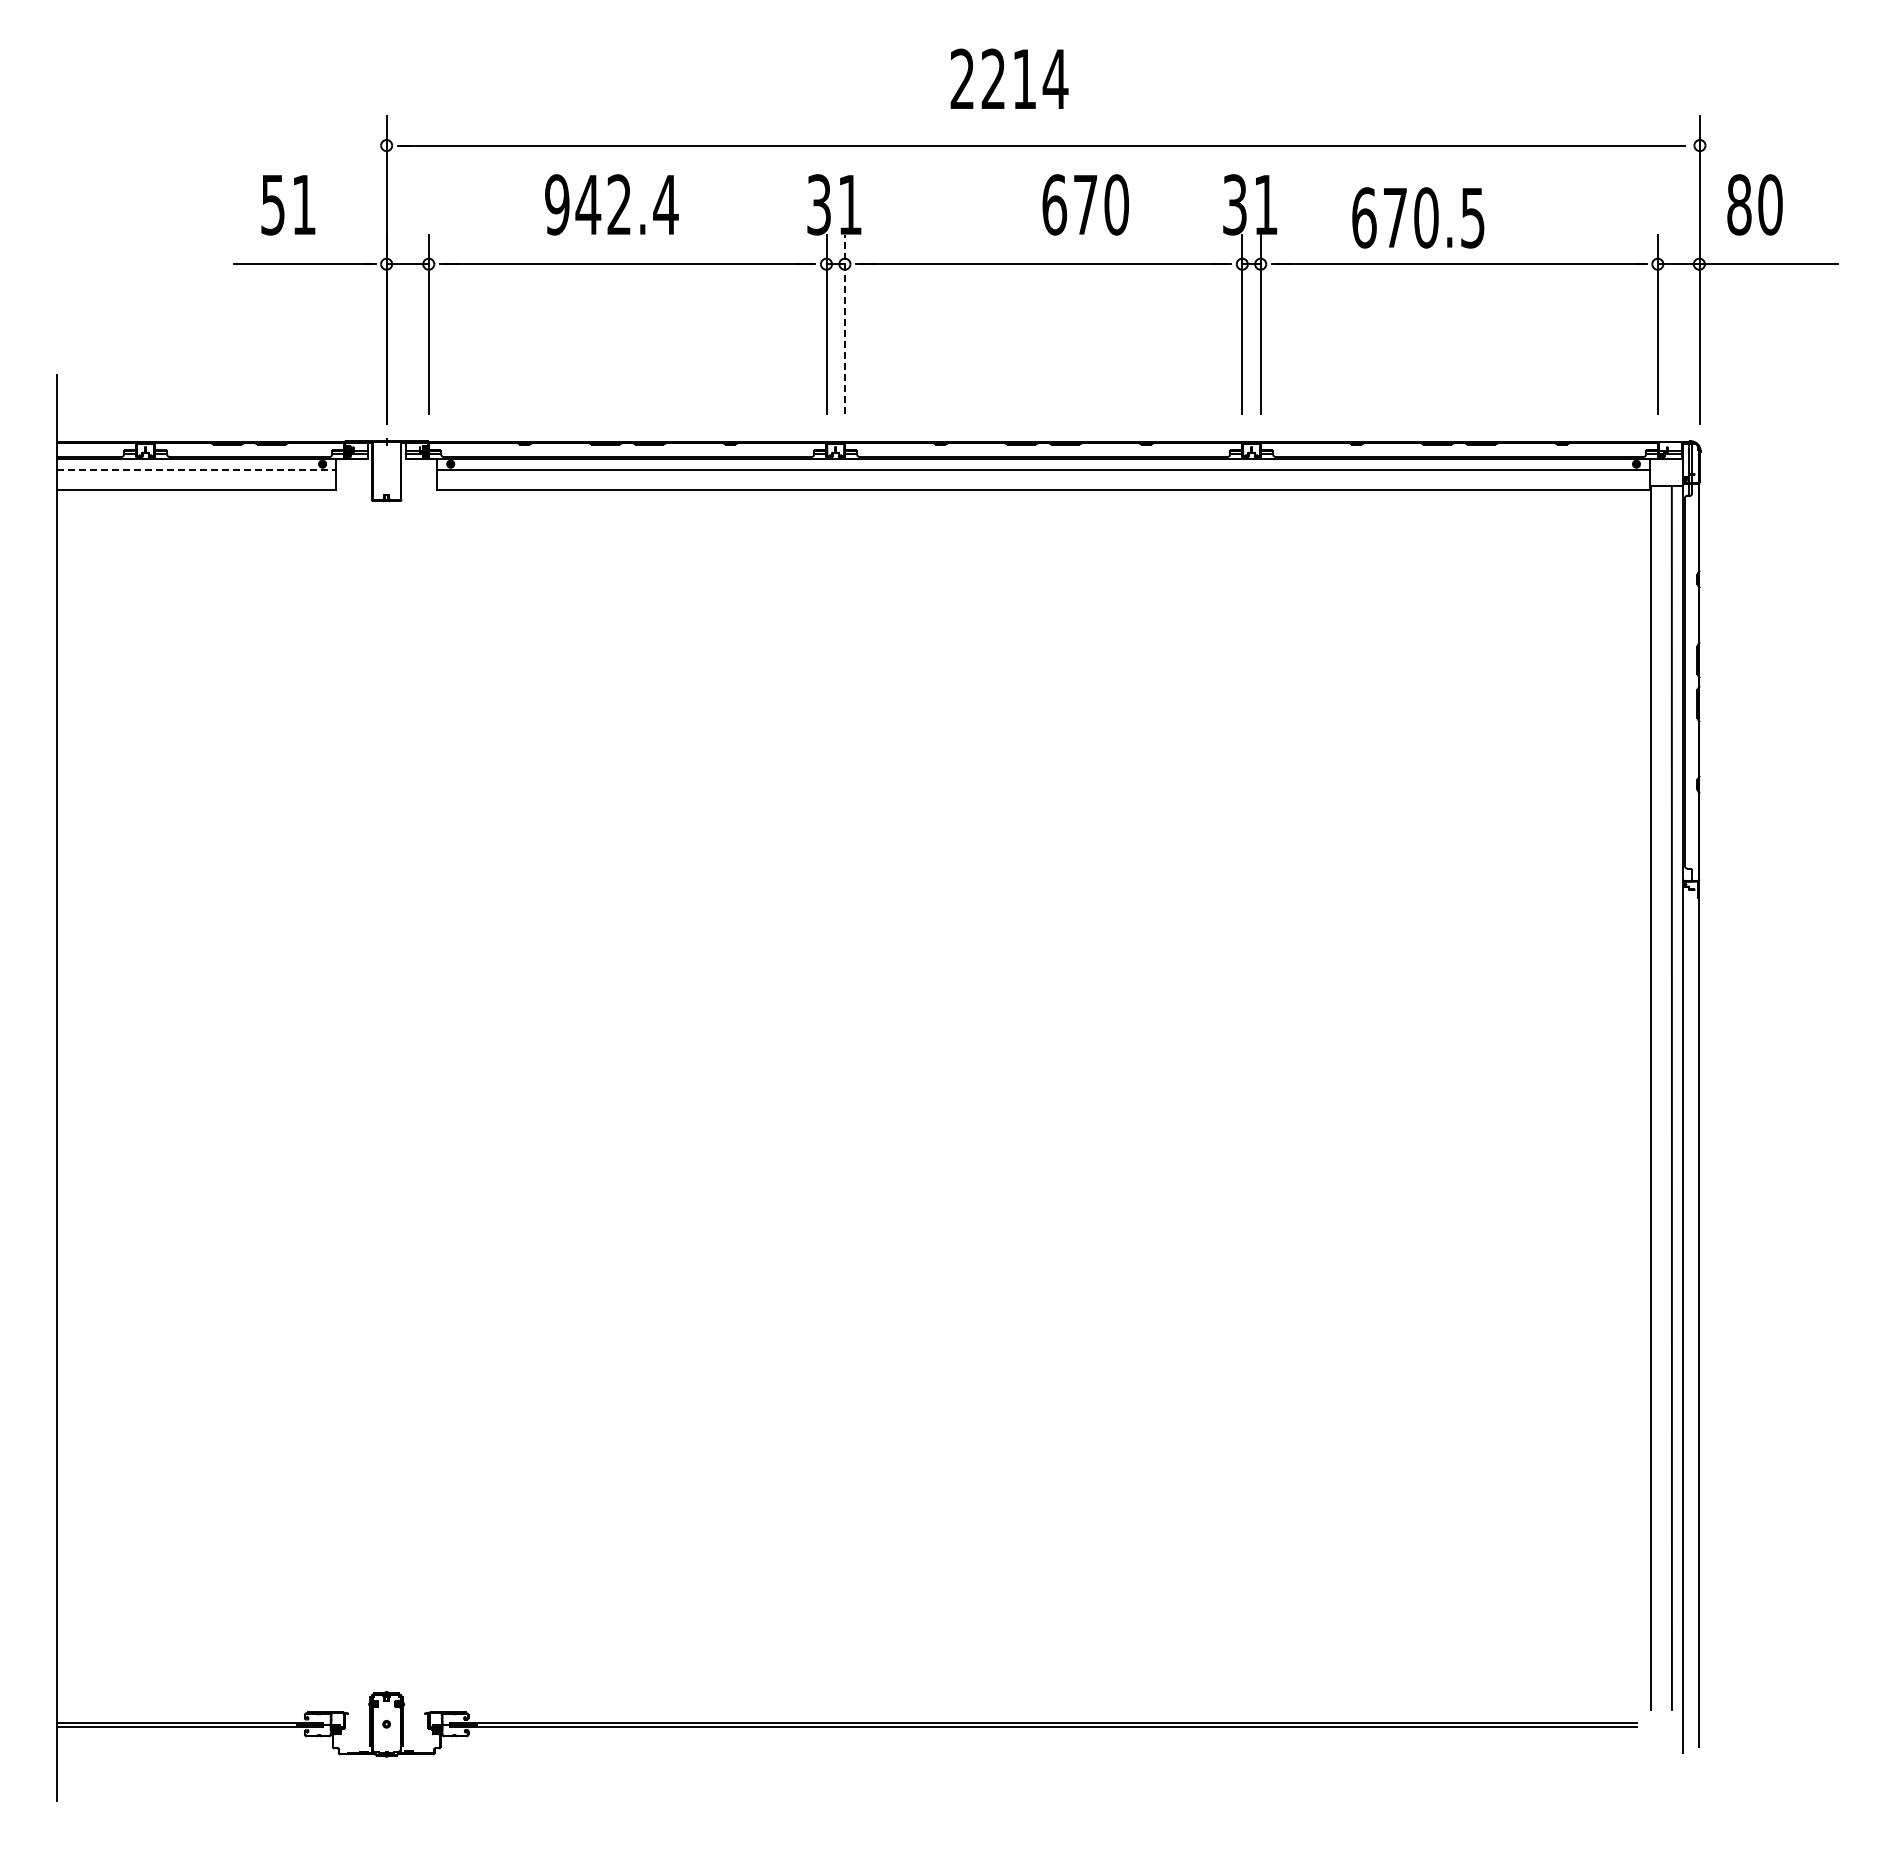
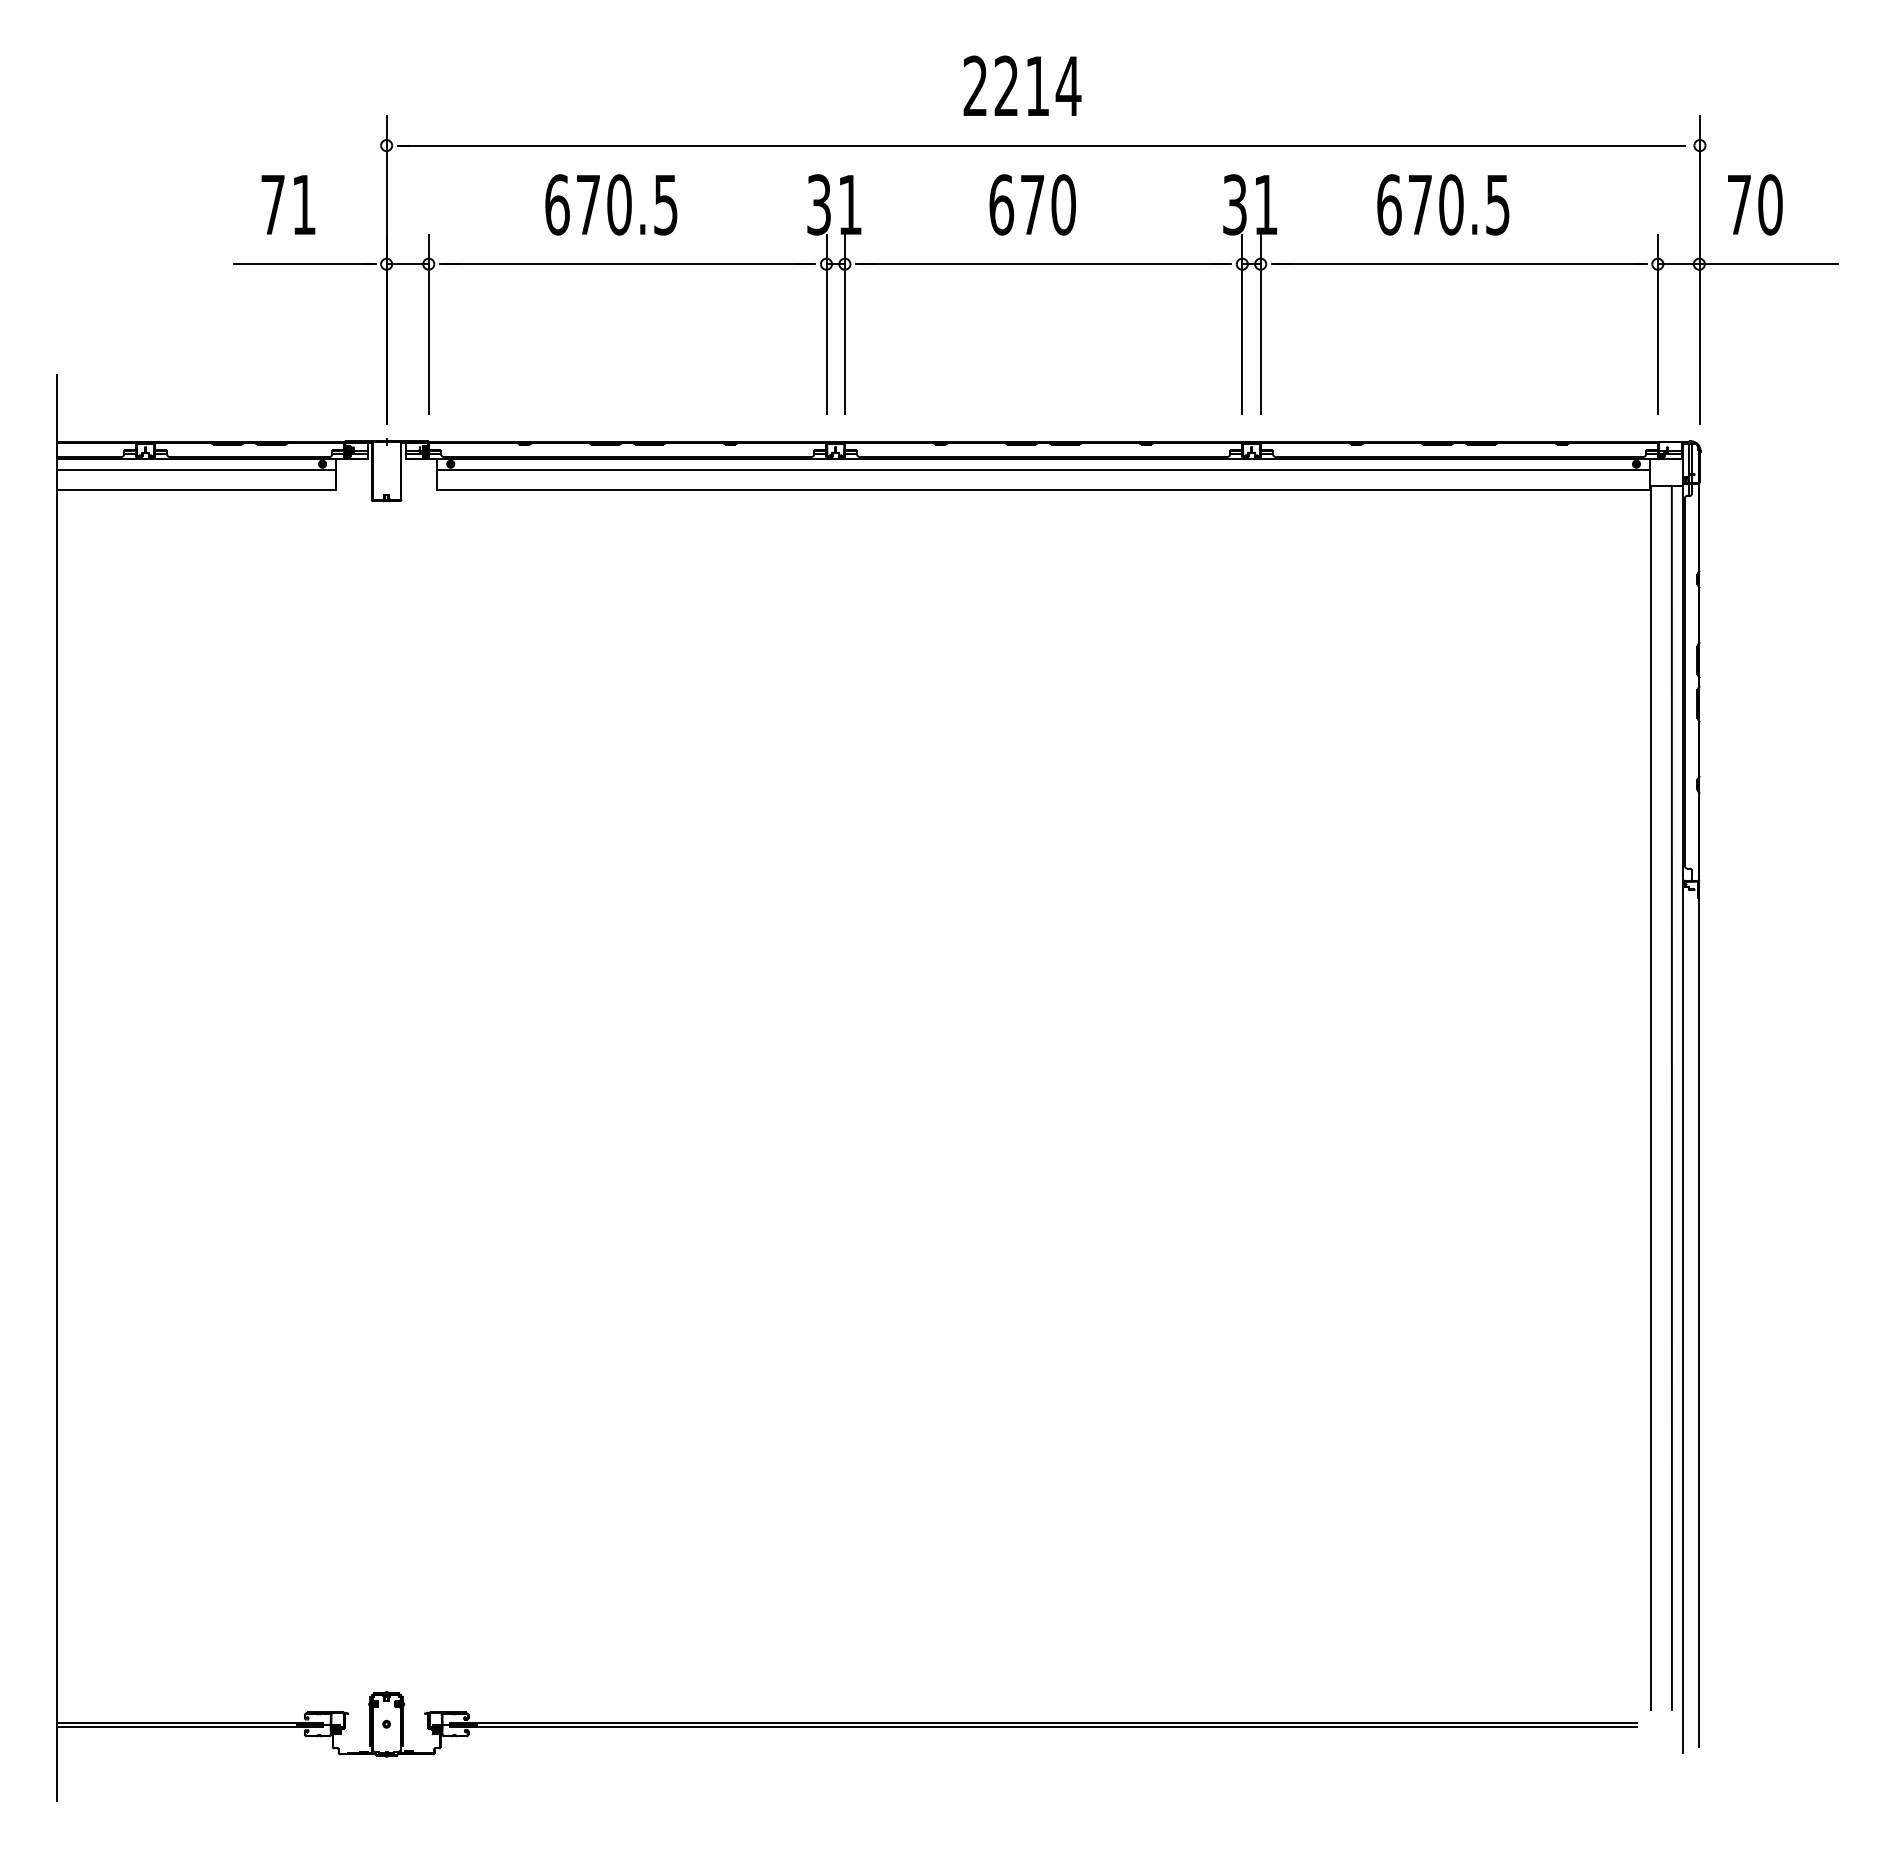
text at (1009, 78) position: (1009, 78) -> (1022, 85)
text at (611, 204): 942.4 -> 670.5
text at (1085, 204) position: (1085, 204) -> (1032, 204)
text at (1739, 204): 80 -> 70
text at (272, 205): 51 -> 71
text at (1418, 217) position: (1418, 217) -> (1443, 204)
line at (844, 324): dashed -> solid
line at (196, 469): dashed -> solid
